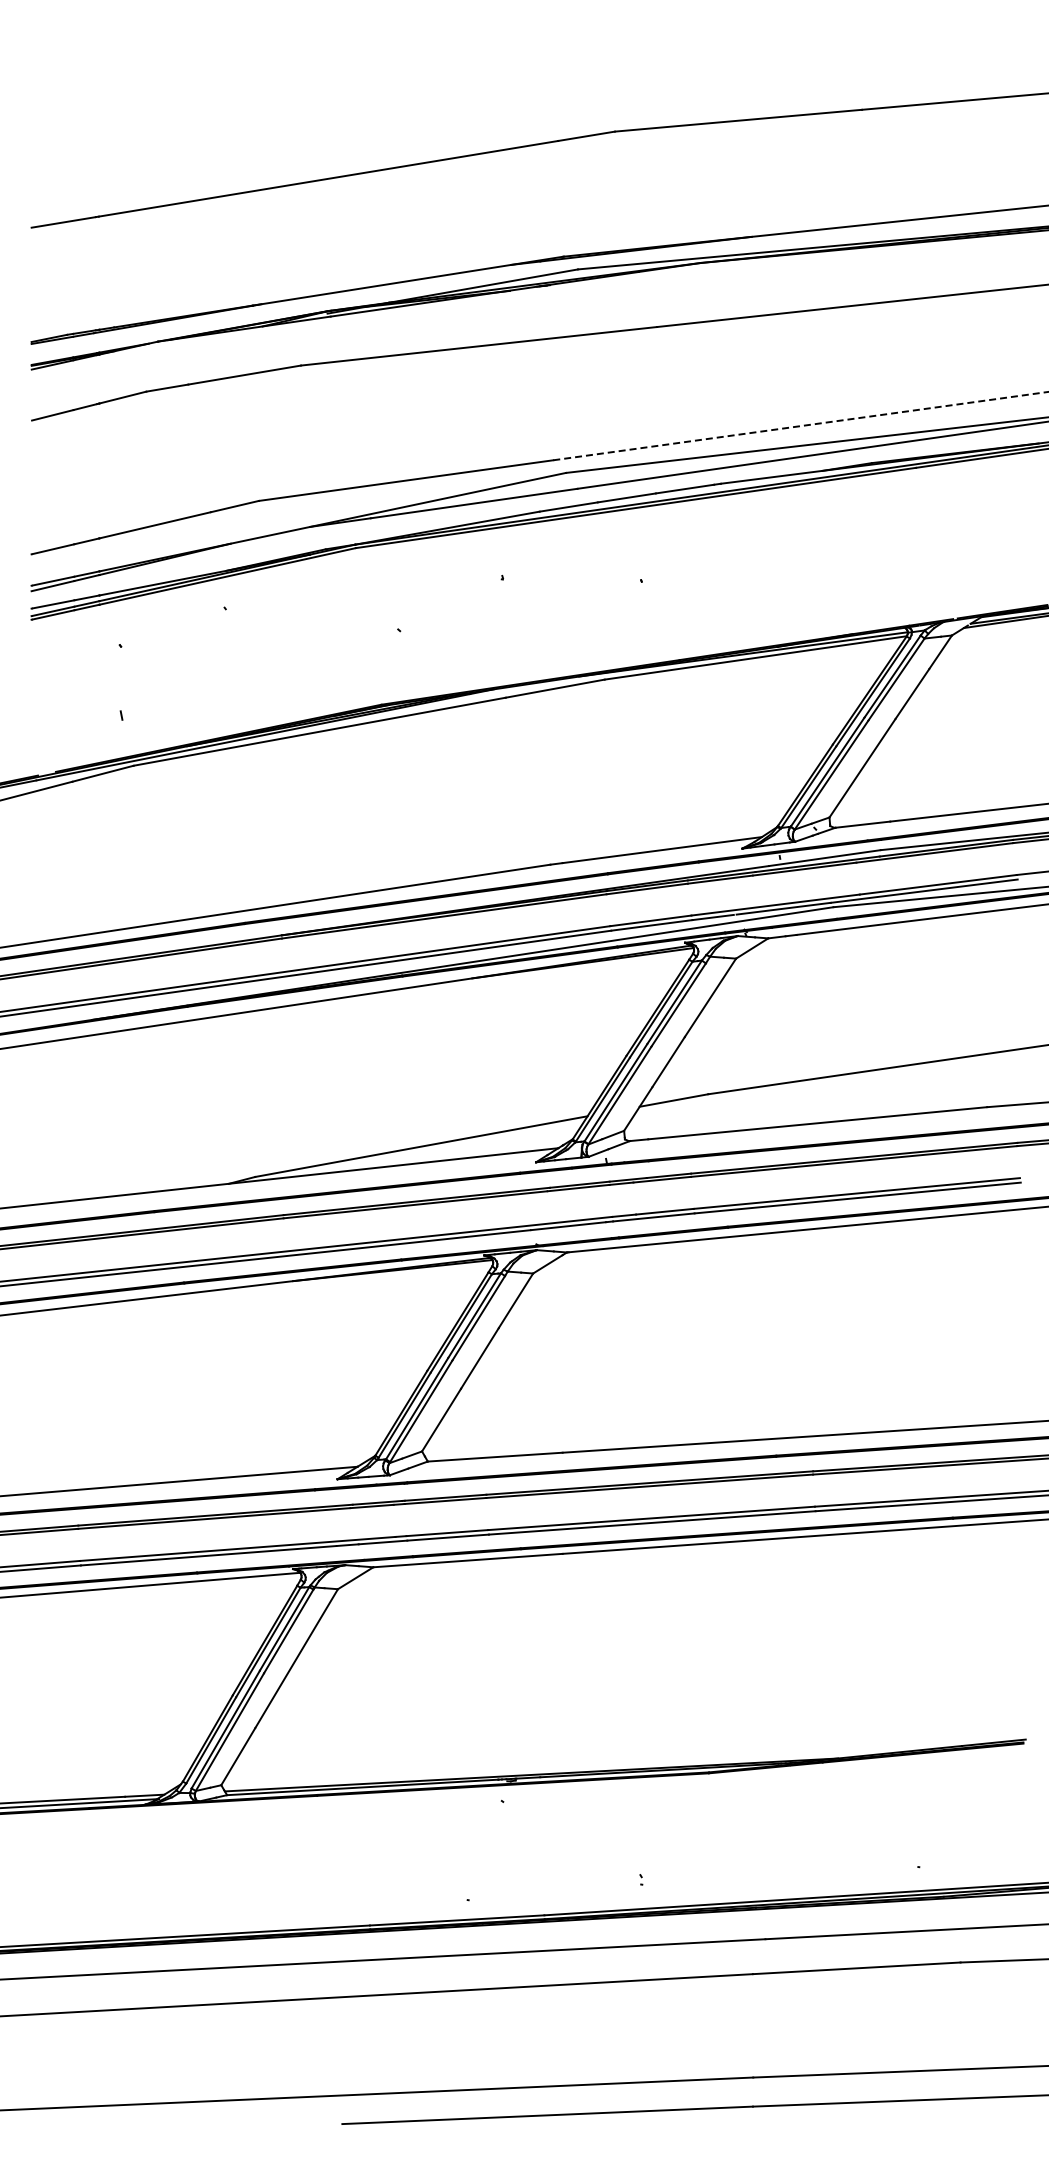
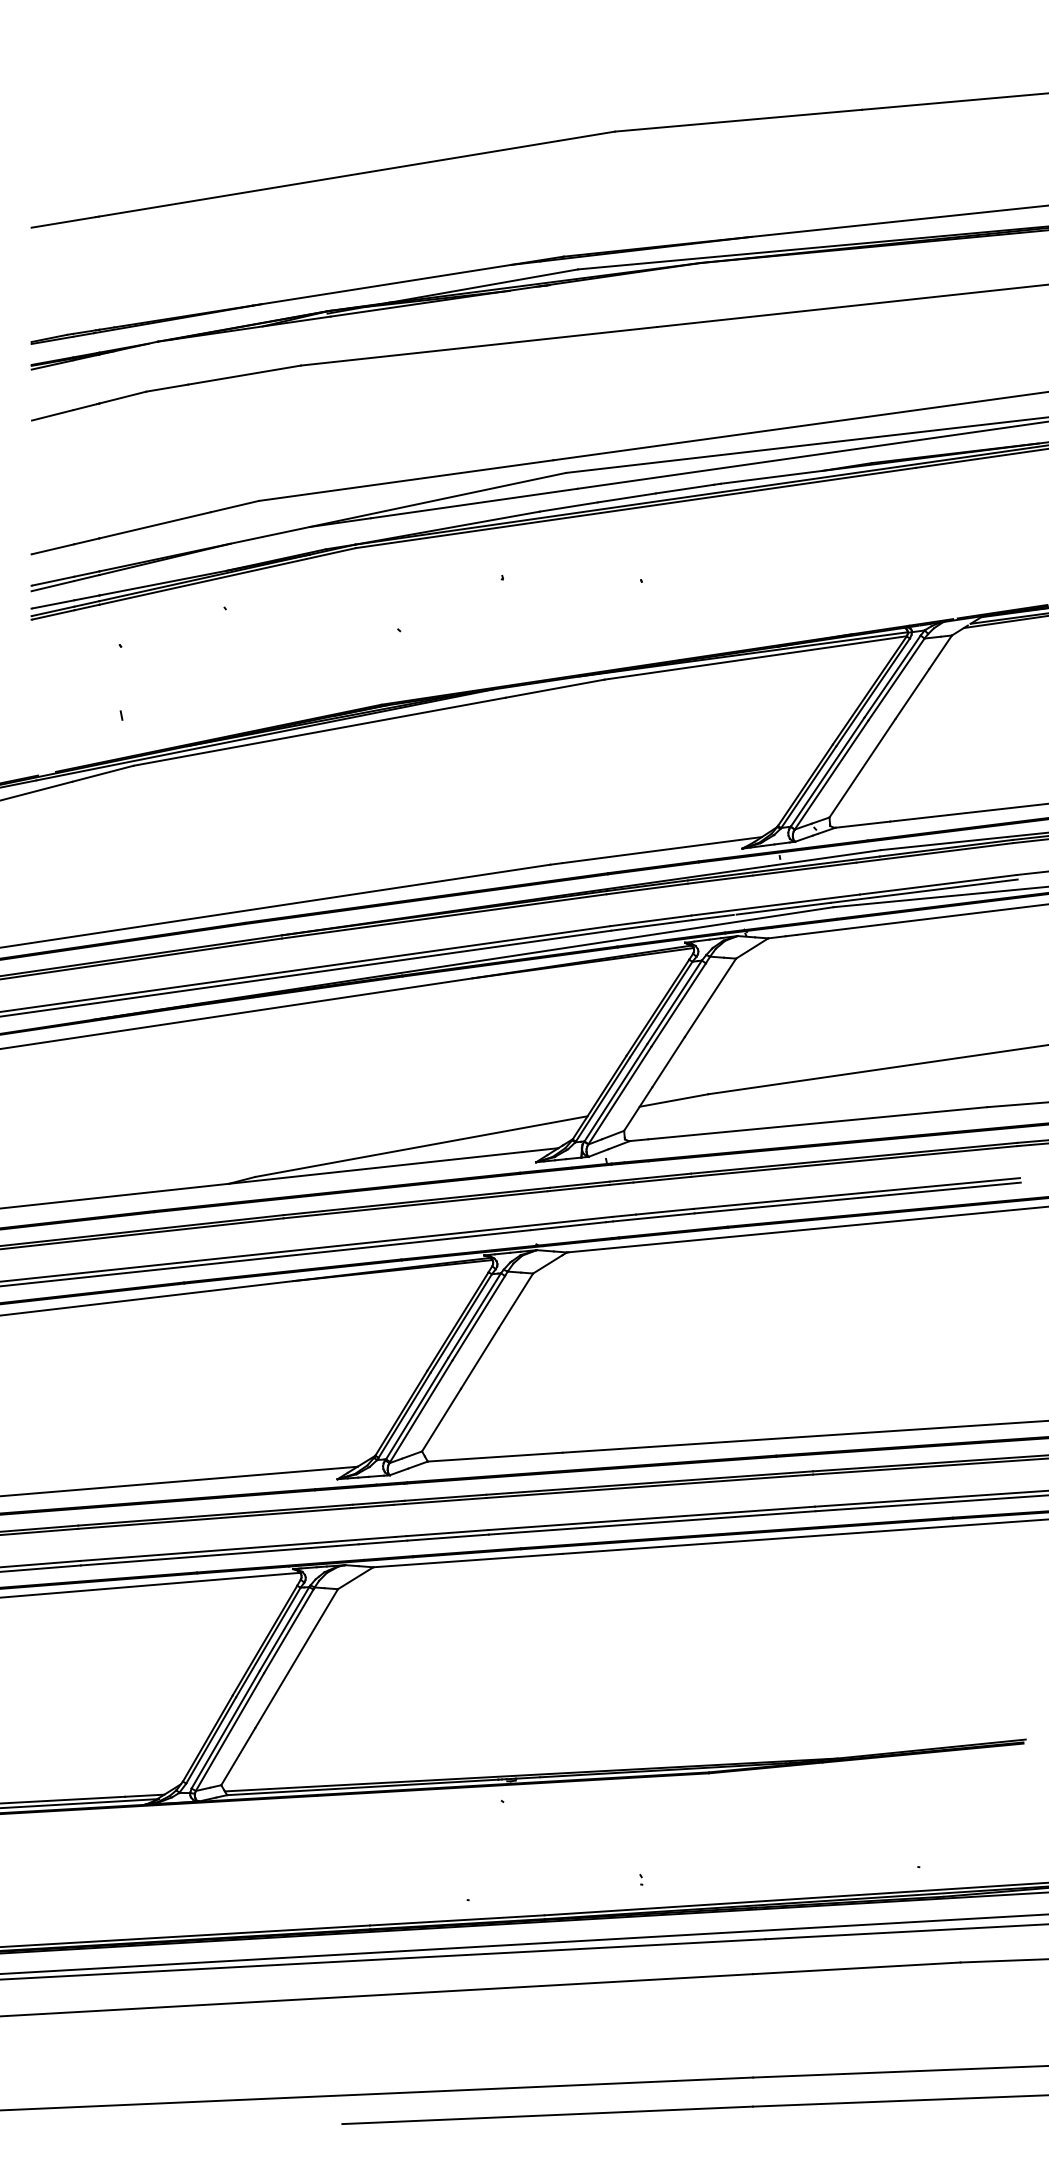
line at (800, 426): dashed -> solid
line at (523, 1943): none -> present
